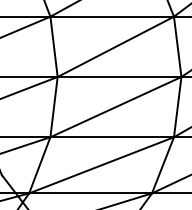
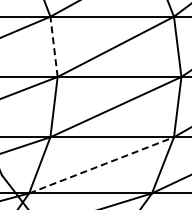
line at (53, 46): solid -> dashed
line at (101, 165): solid -> dashed
